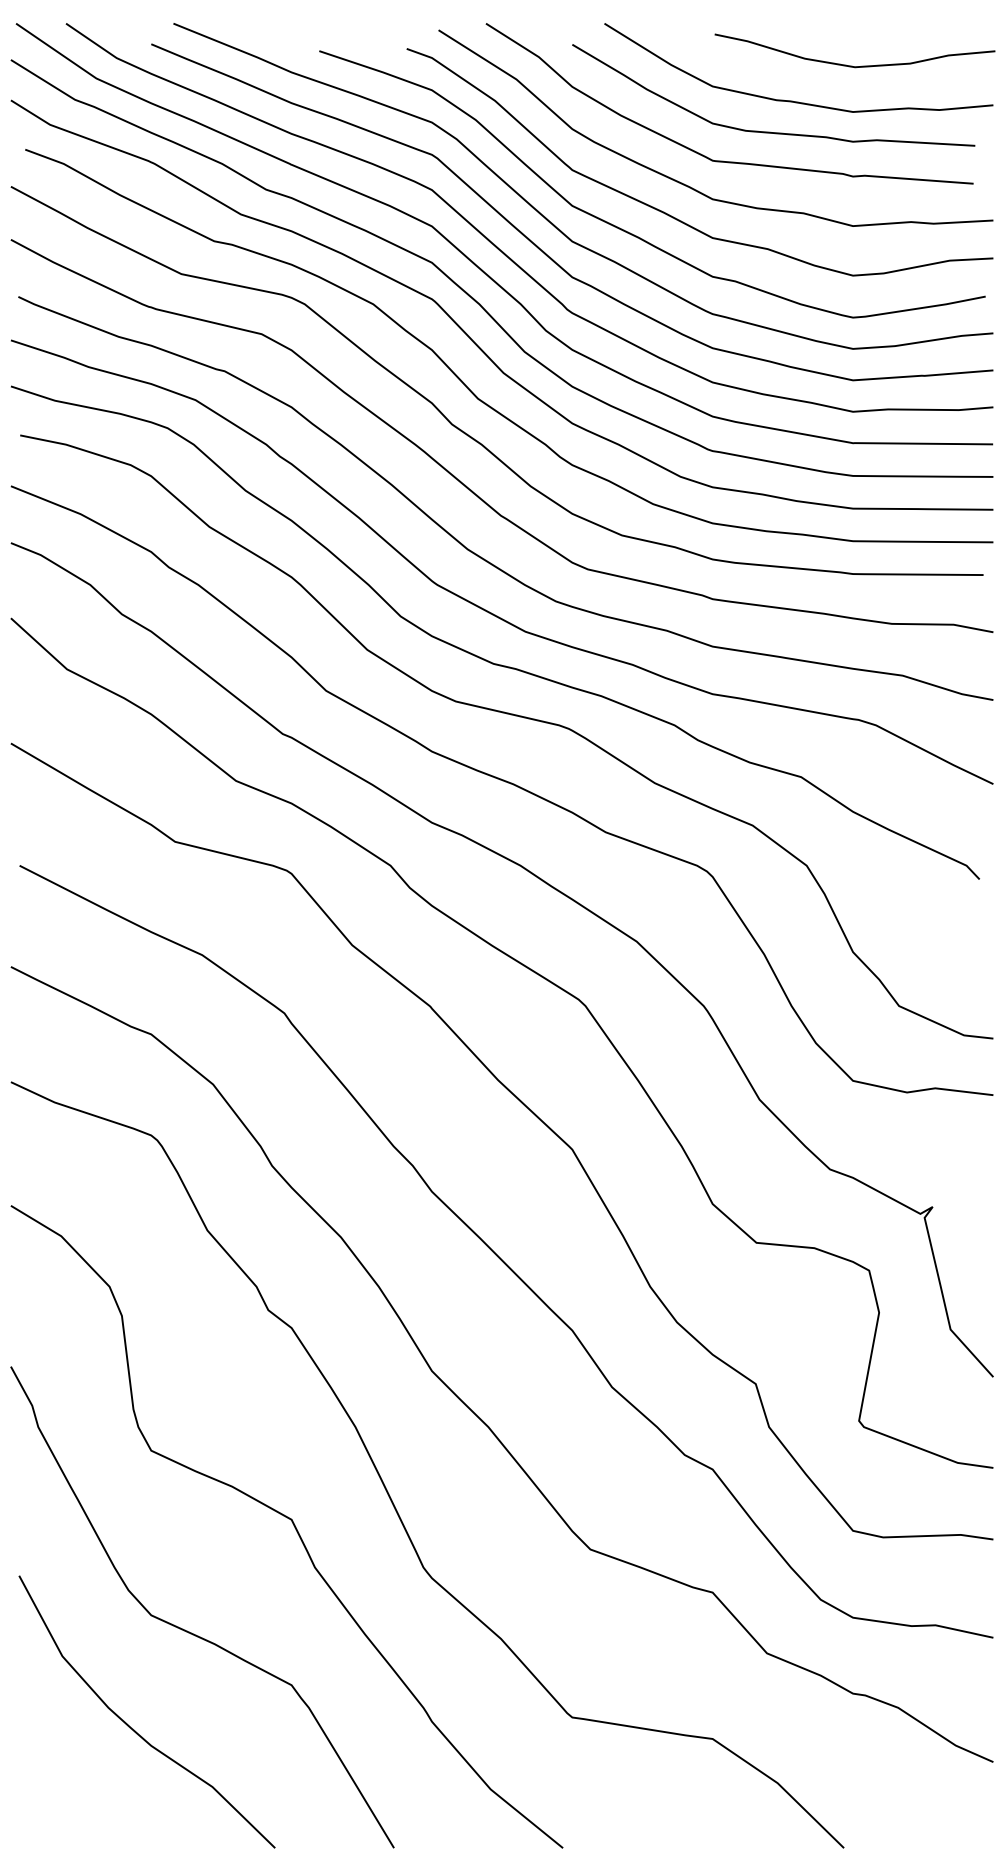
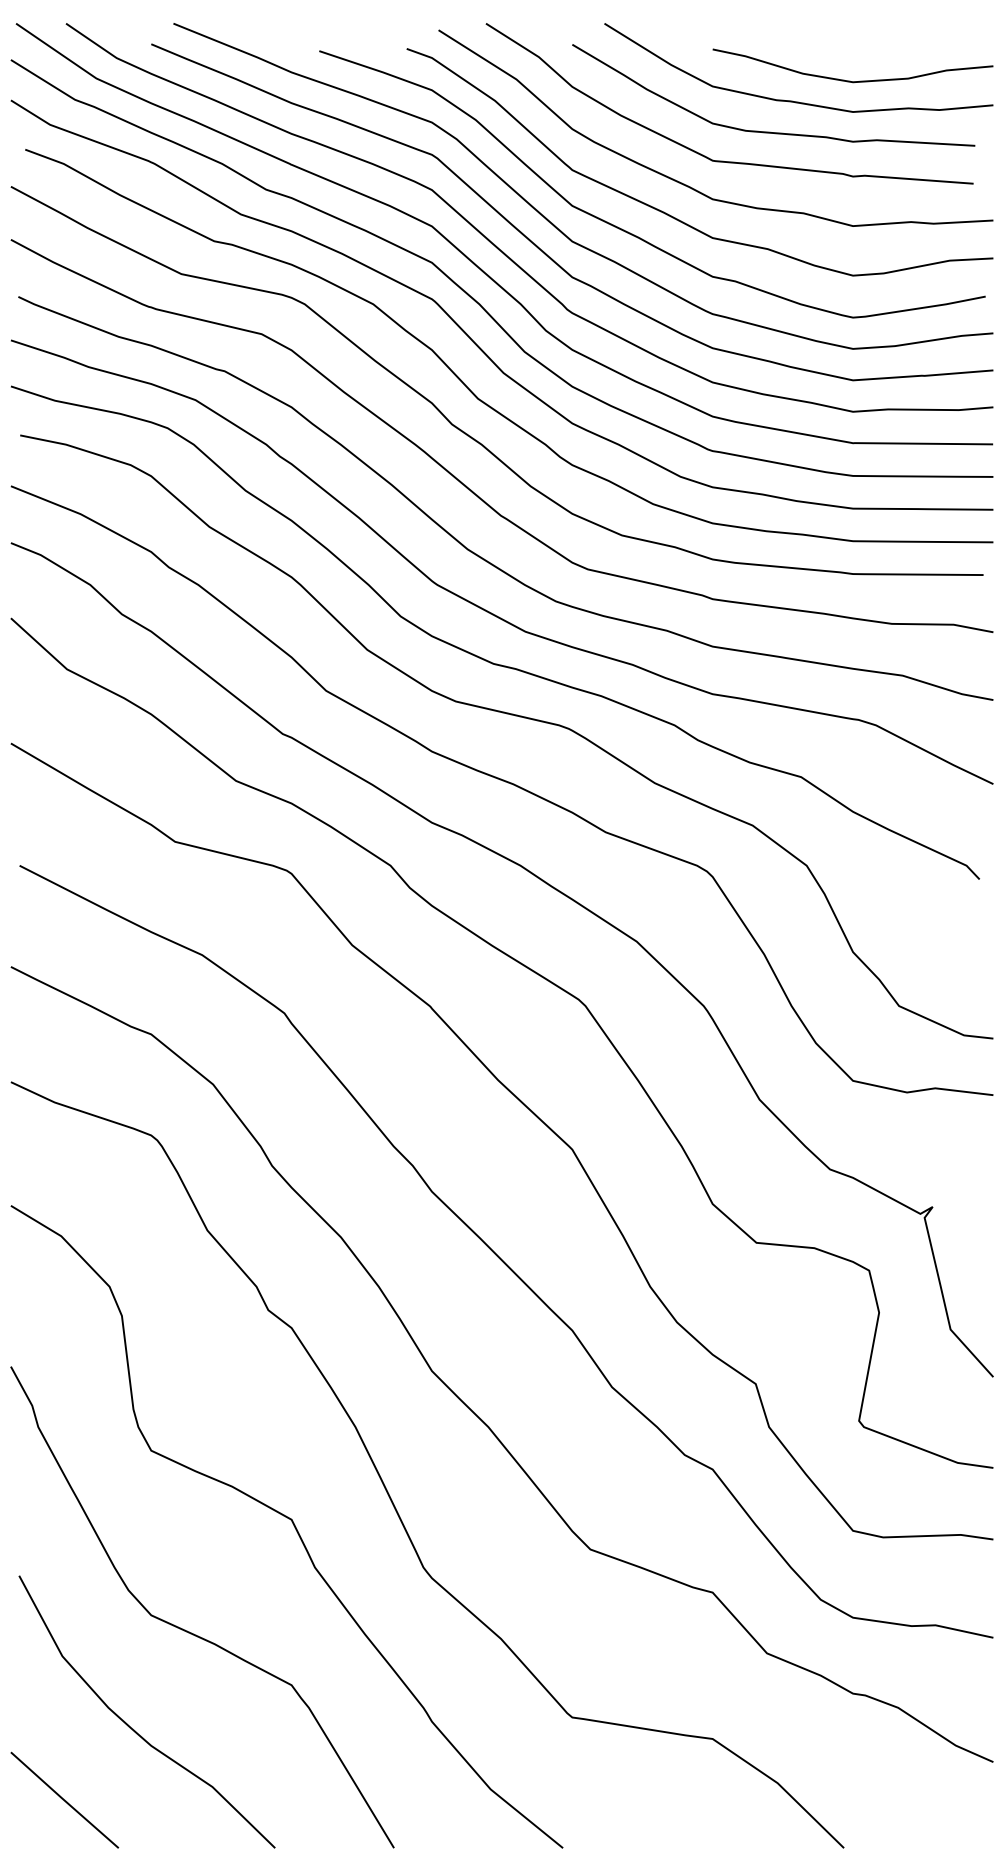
curve at (852, 65) position: (852, 65) -> (850, 80)
line at (64, 1799): none -> present
